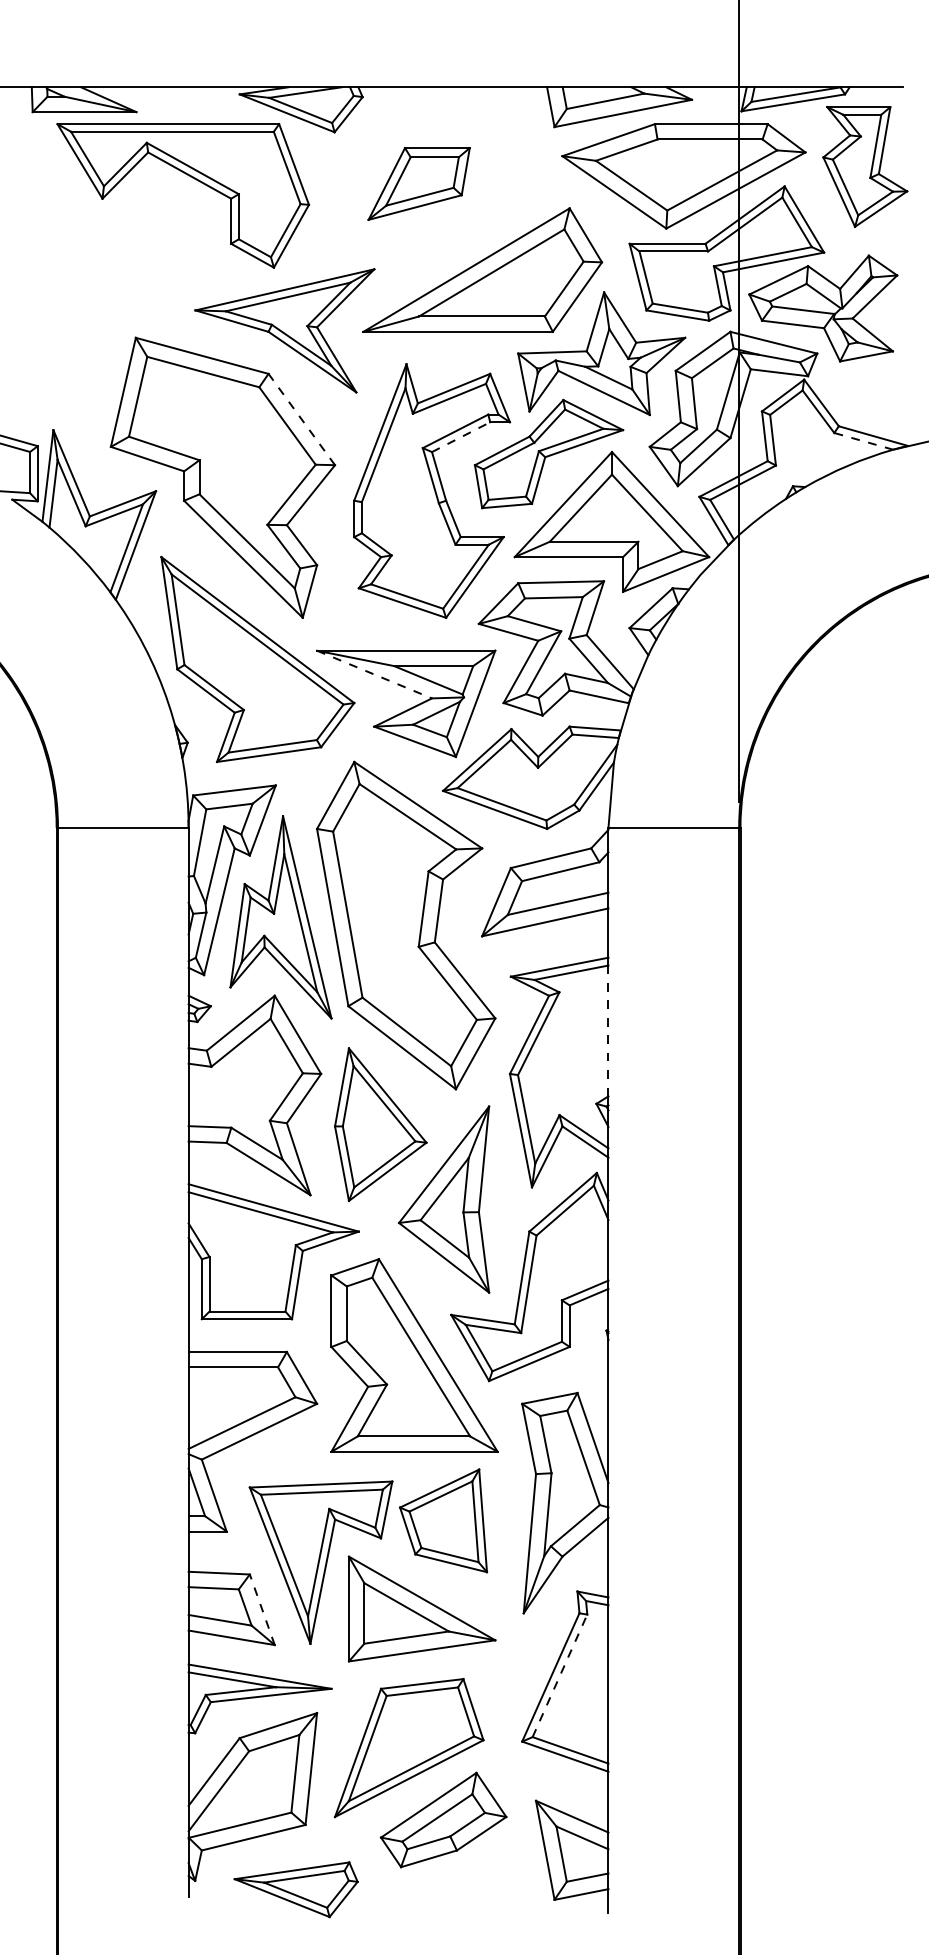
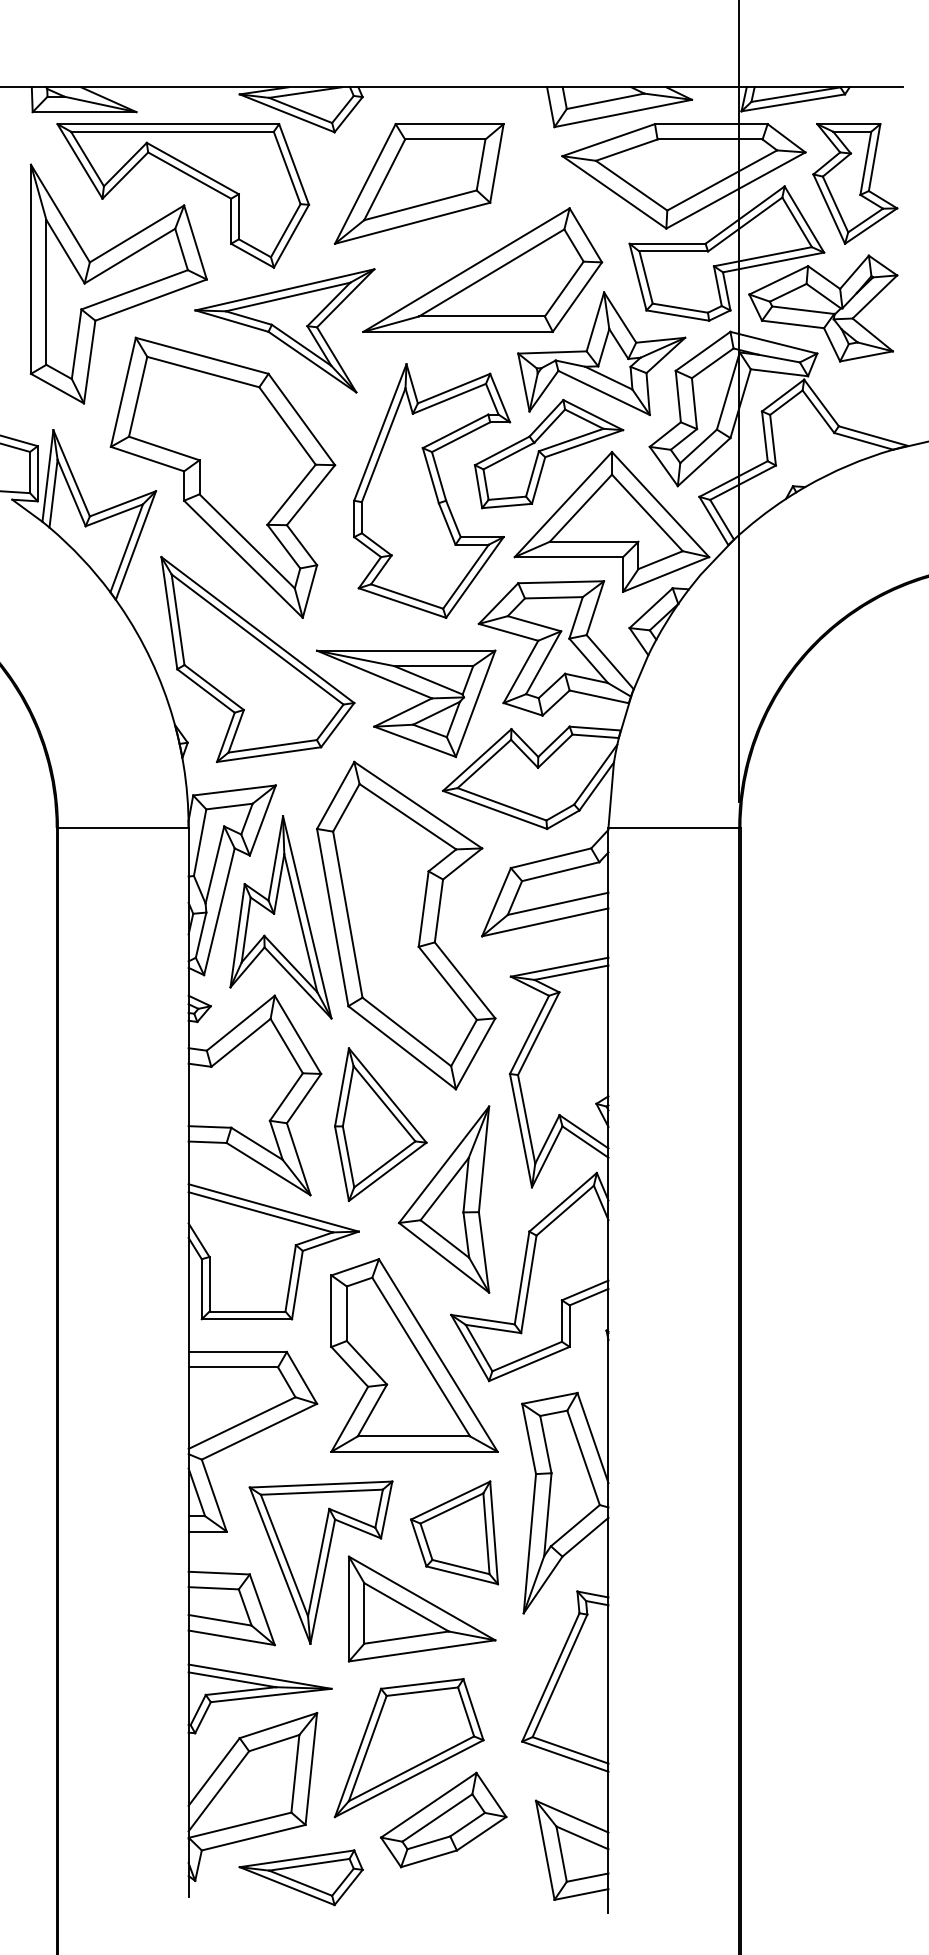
part at (865, 166) position: (865, 166) -> (855, 183)
part at (418, 183) size: 104x74 px -> 172x122 px
part at (118, 283): none -> present
line at (301, 419): dashed -> solid
line at (461, 437): dashed -> solid
line at (863, 441): dashed -> solid
line at (375, 674): dashed -> solid
line at (608, 1030): dashed -> solid
part at (443, 1520) position: (443, 1520) -> (454, 1532)
line at (262, 1609): dashed -> solid
line at (560, 1675): dashed -> solid
part at (295, 1889) position: (295, 1889) -> (300, 1877)
